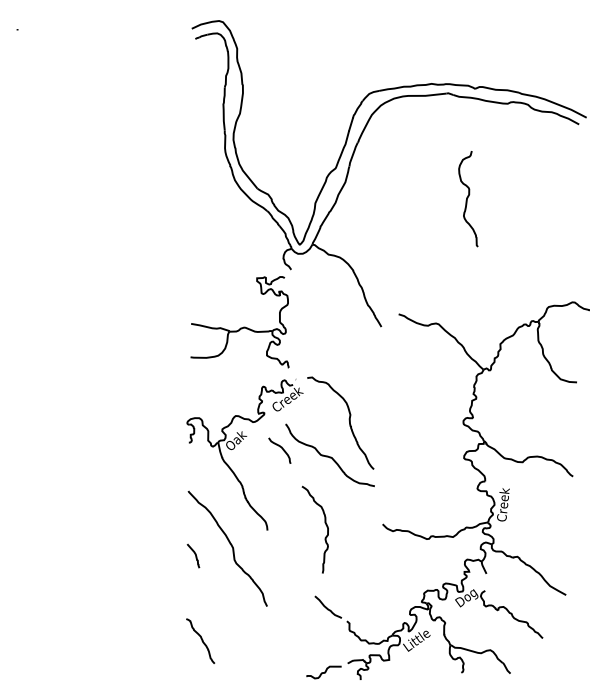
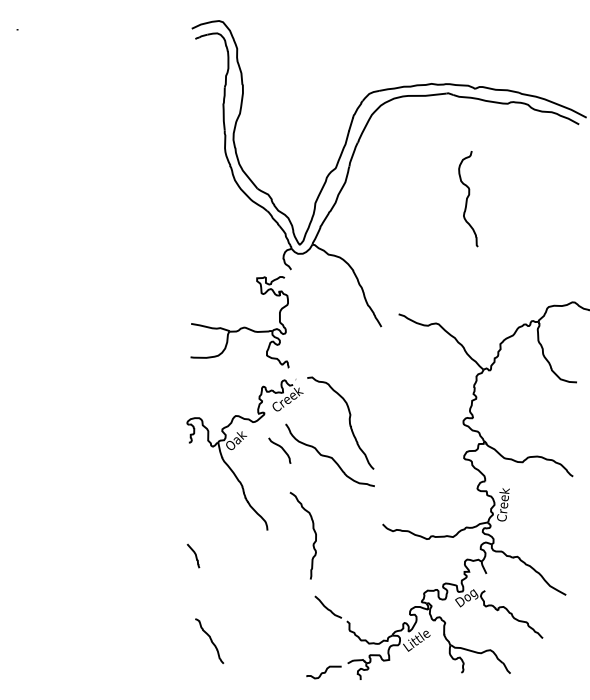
curve at (325, 525) position: (325, 525) -> (313, 531)
curve at (231, 547): present -> none
part at (200, 640) position: (200, 640) -> (209, 640)
